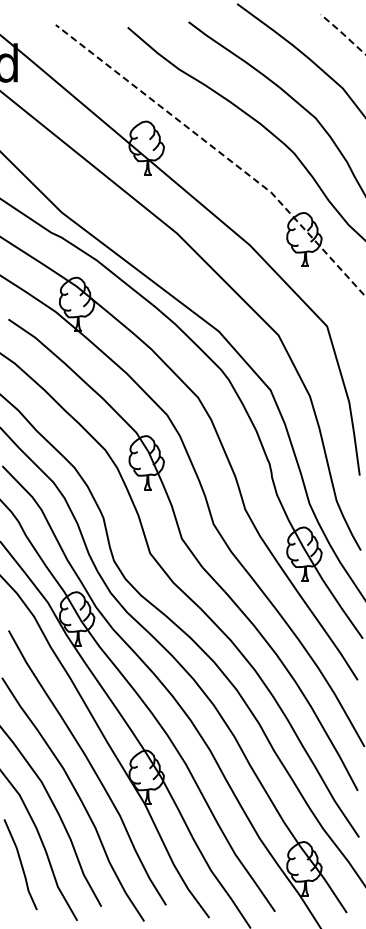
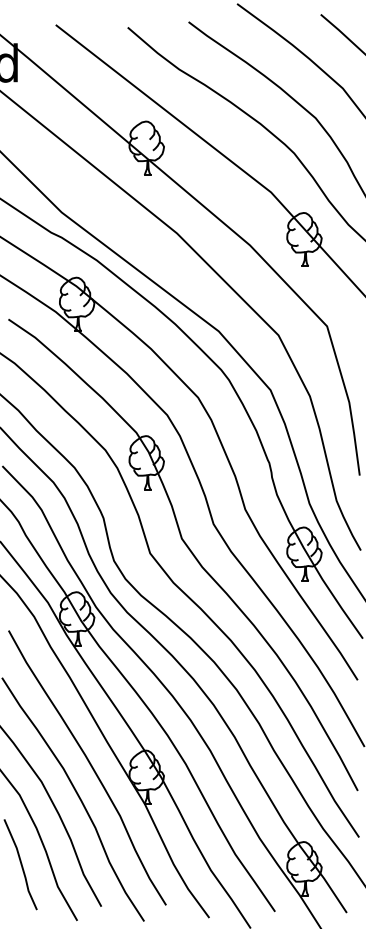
line at (343, 34): dashed -> solid
line at (219, 151): dashed -> solid
